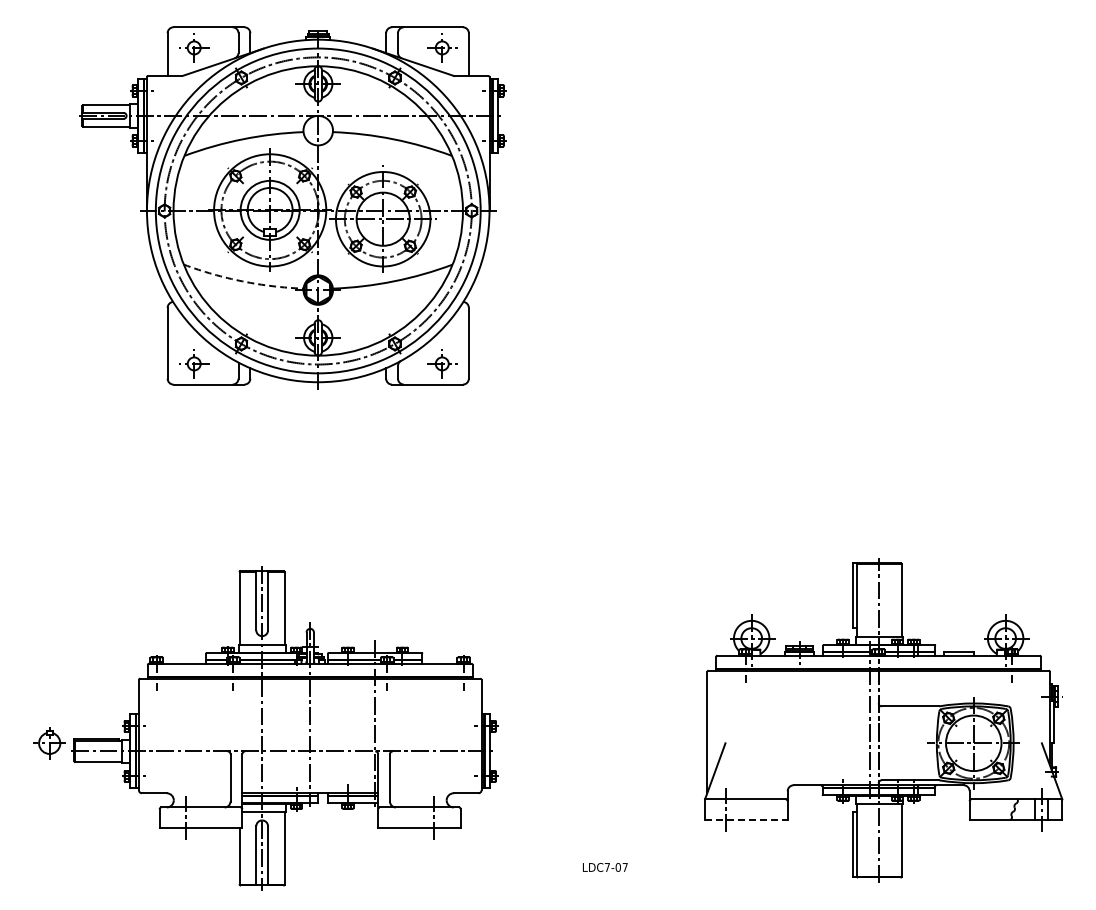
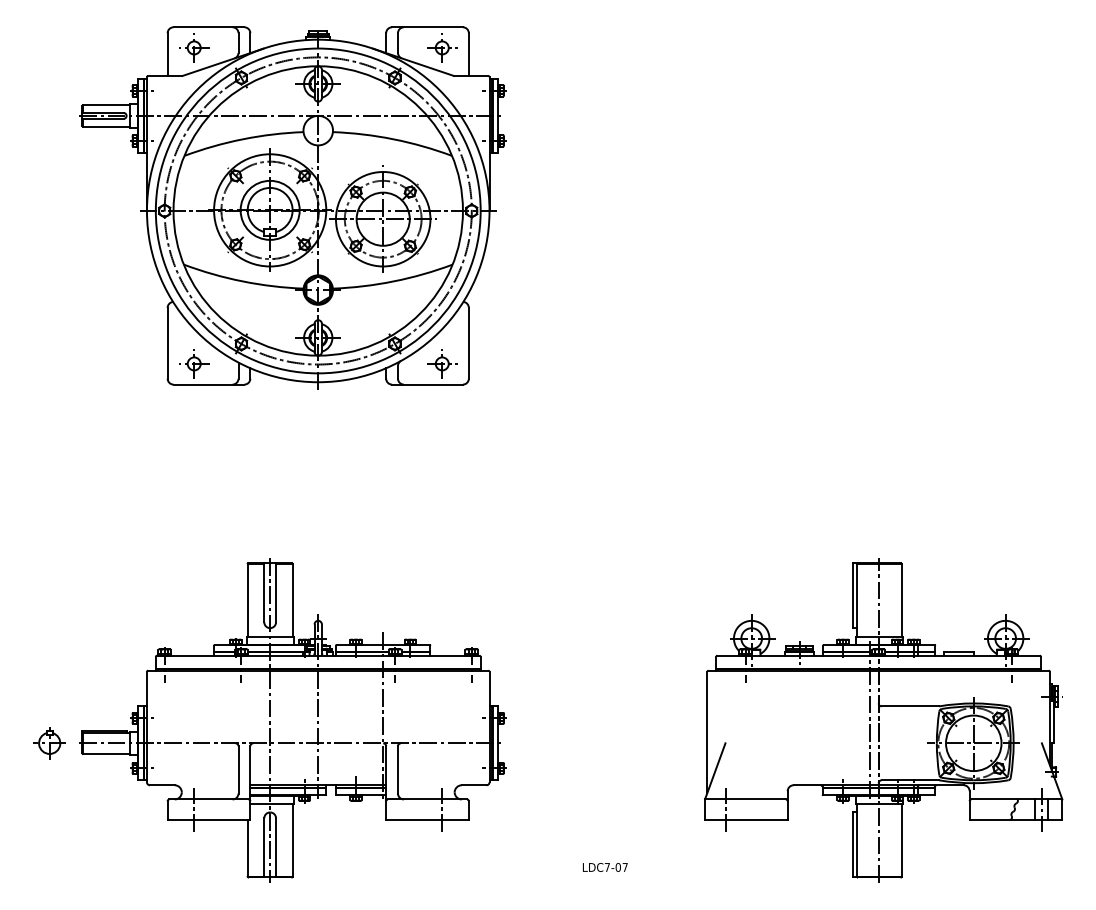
arc at (242, 281): dashed -> solid
part at (284, 728) position: (284, 728) -> (292, 720)
line at (746, 820): dashed -> solid
